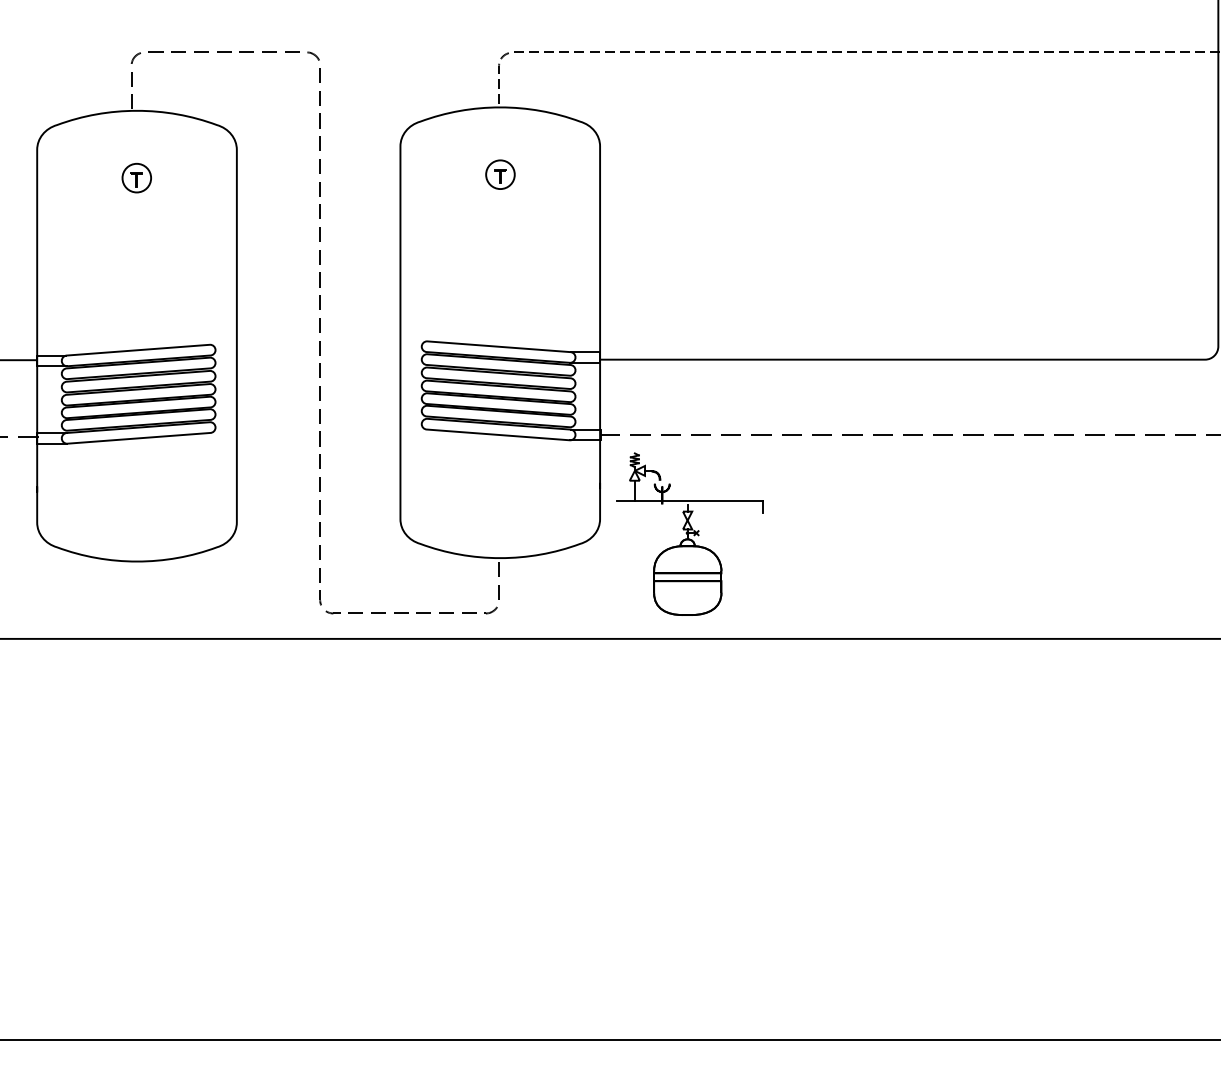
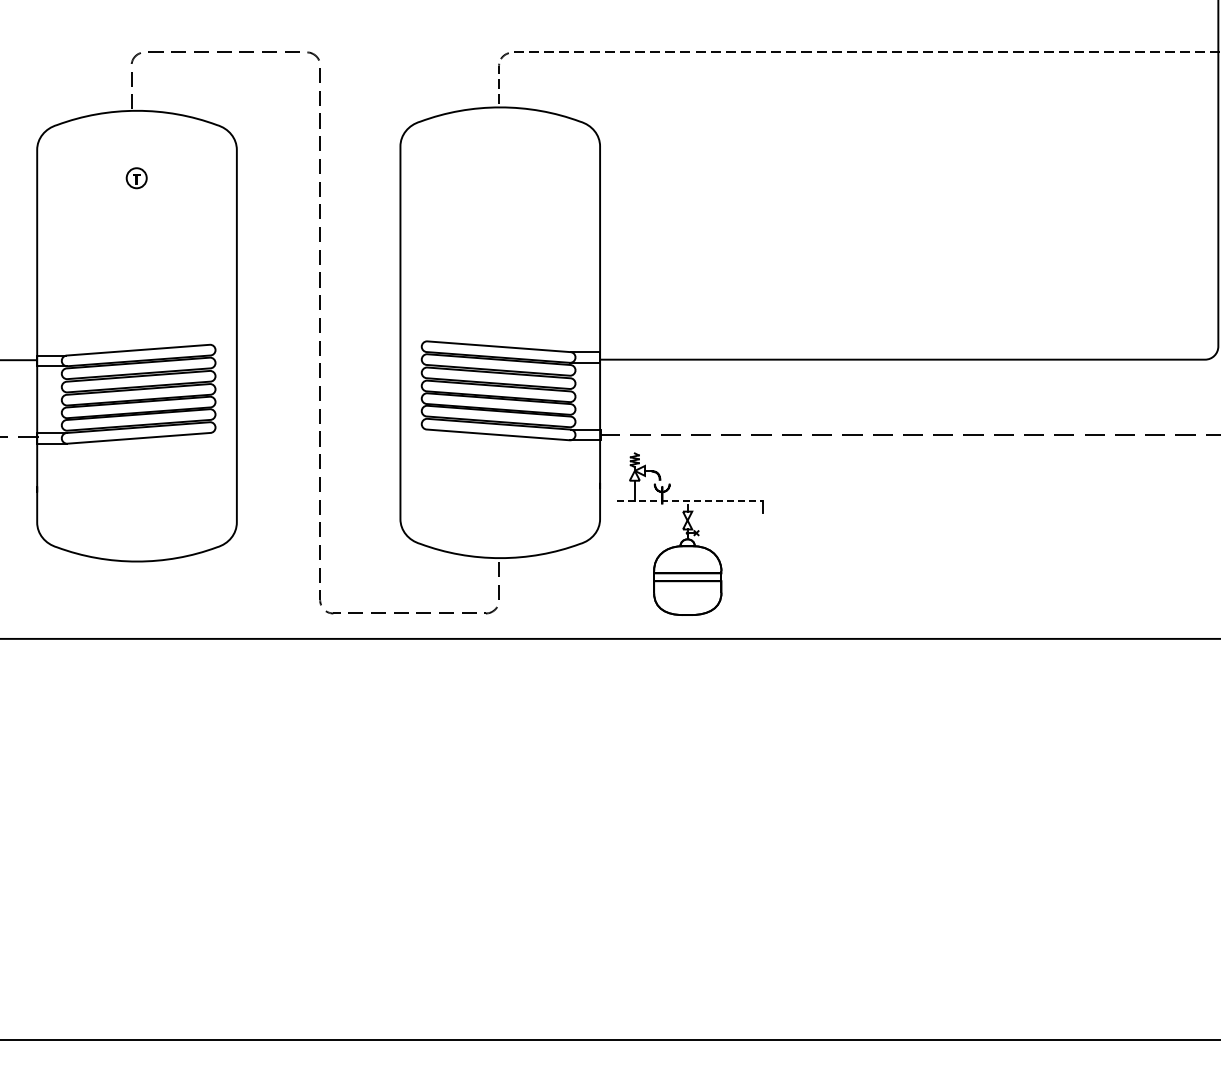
part at (500, 174): present -> none
part at (136, 178) size: 31x31 px -> 23x23 px
line at (690, 500): solid -> dashed
